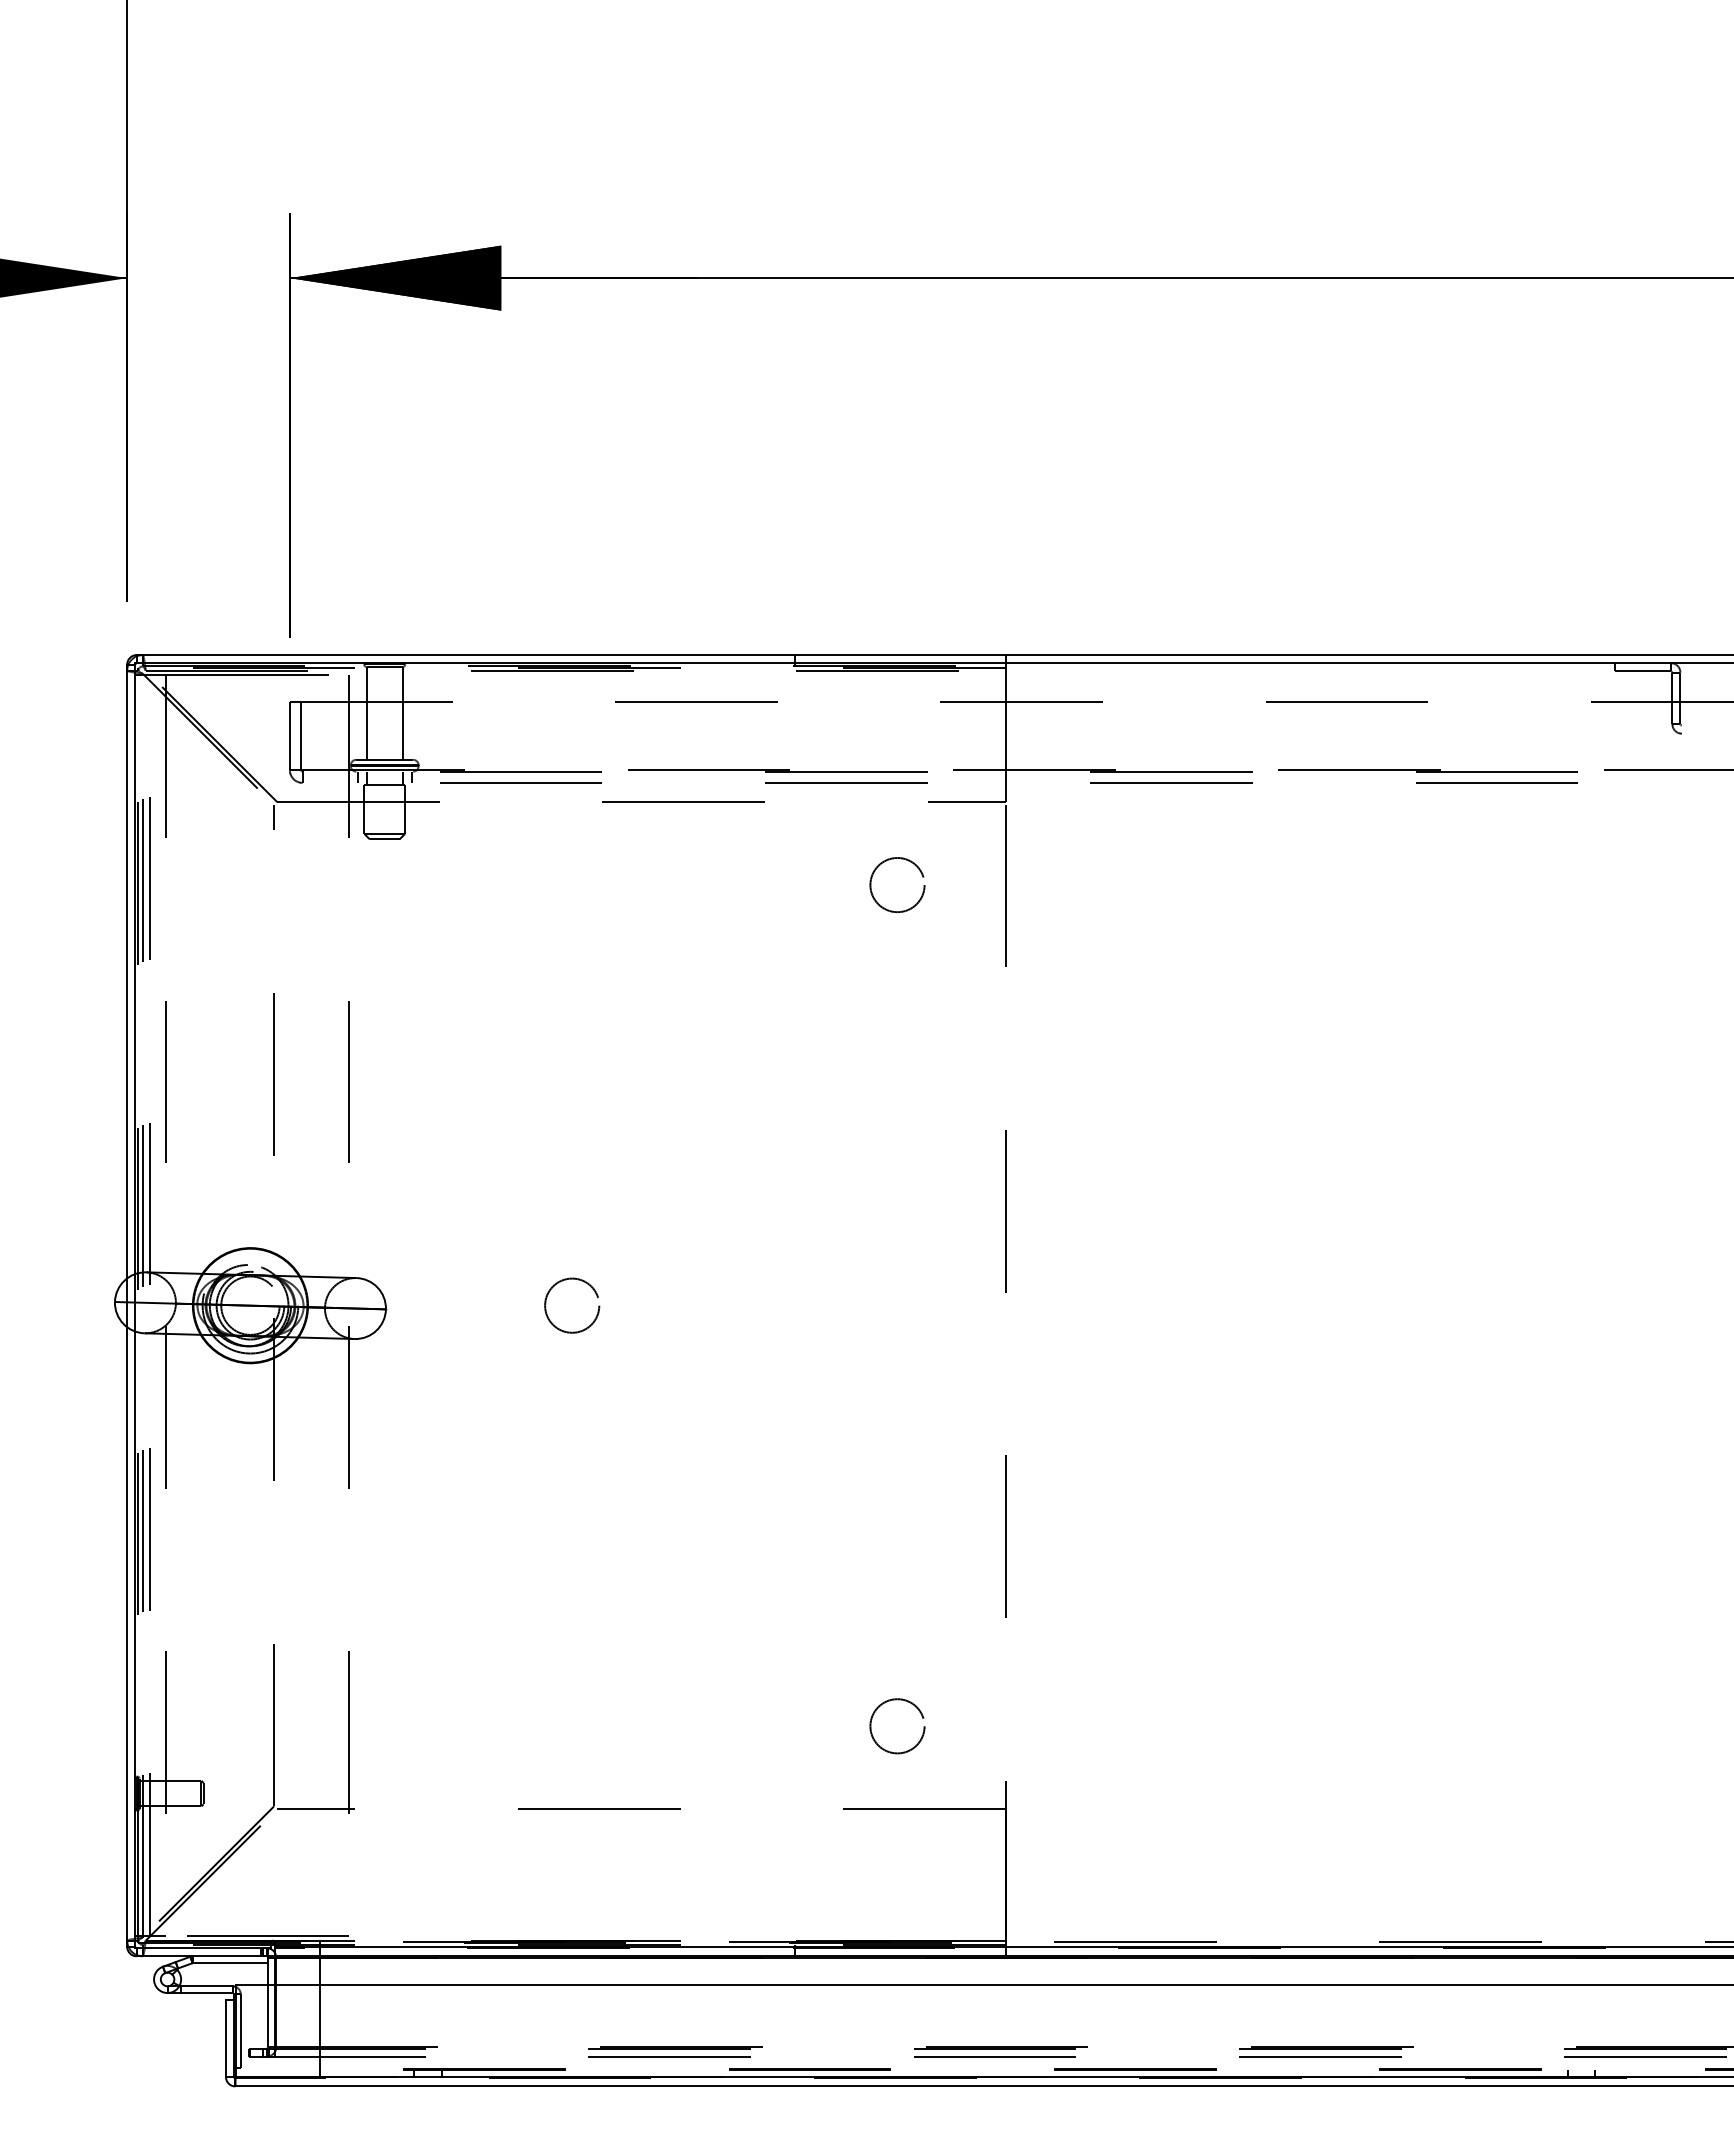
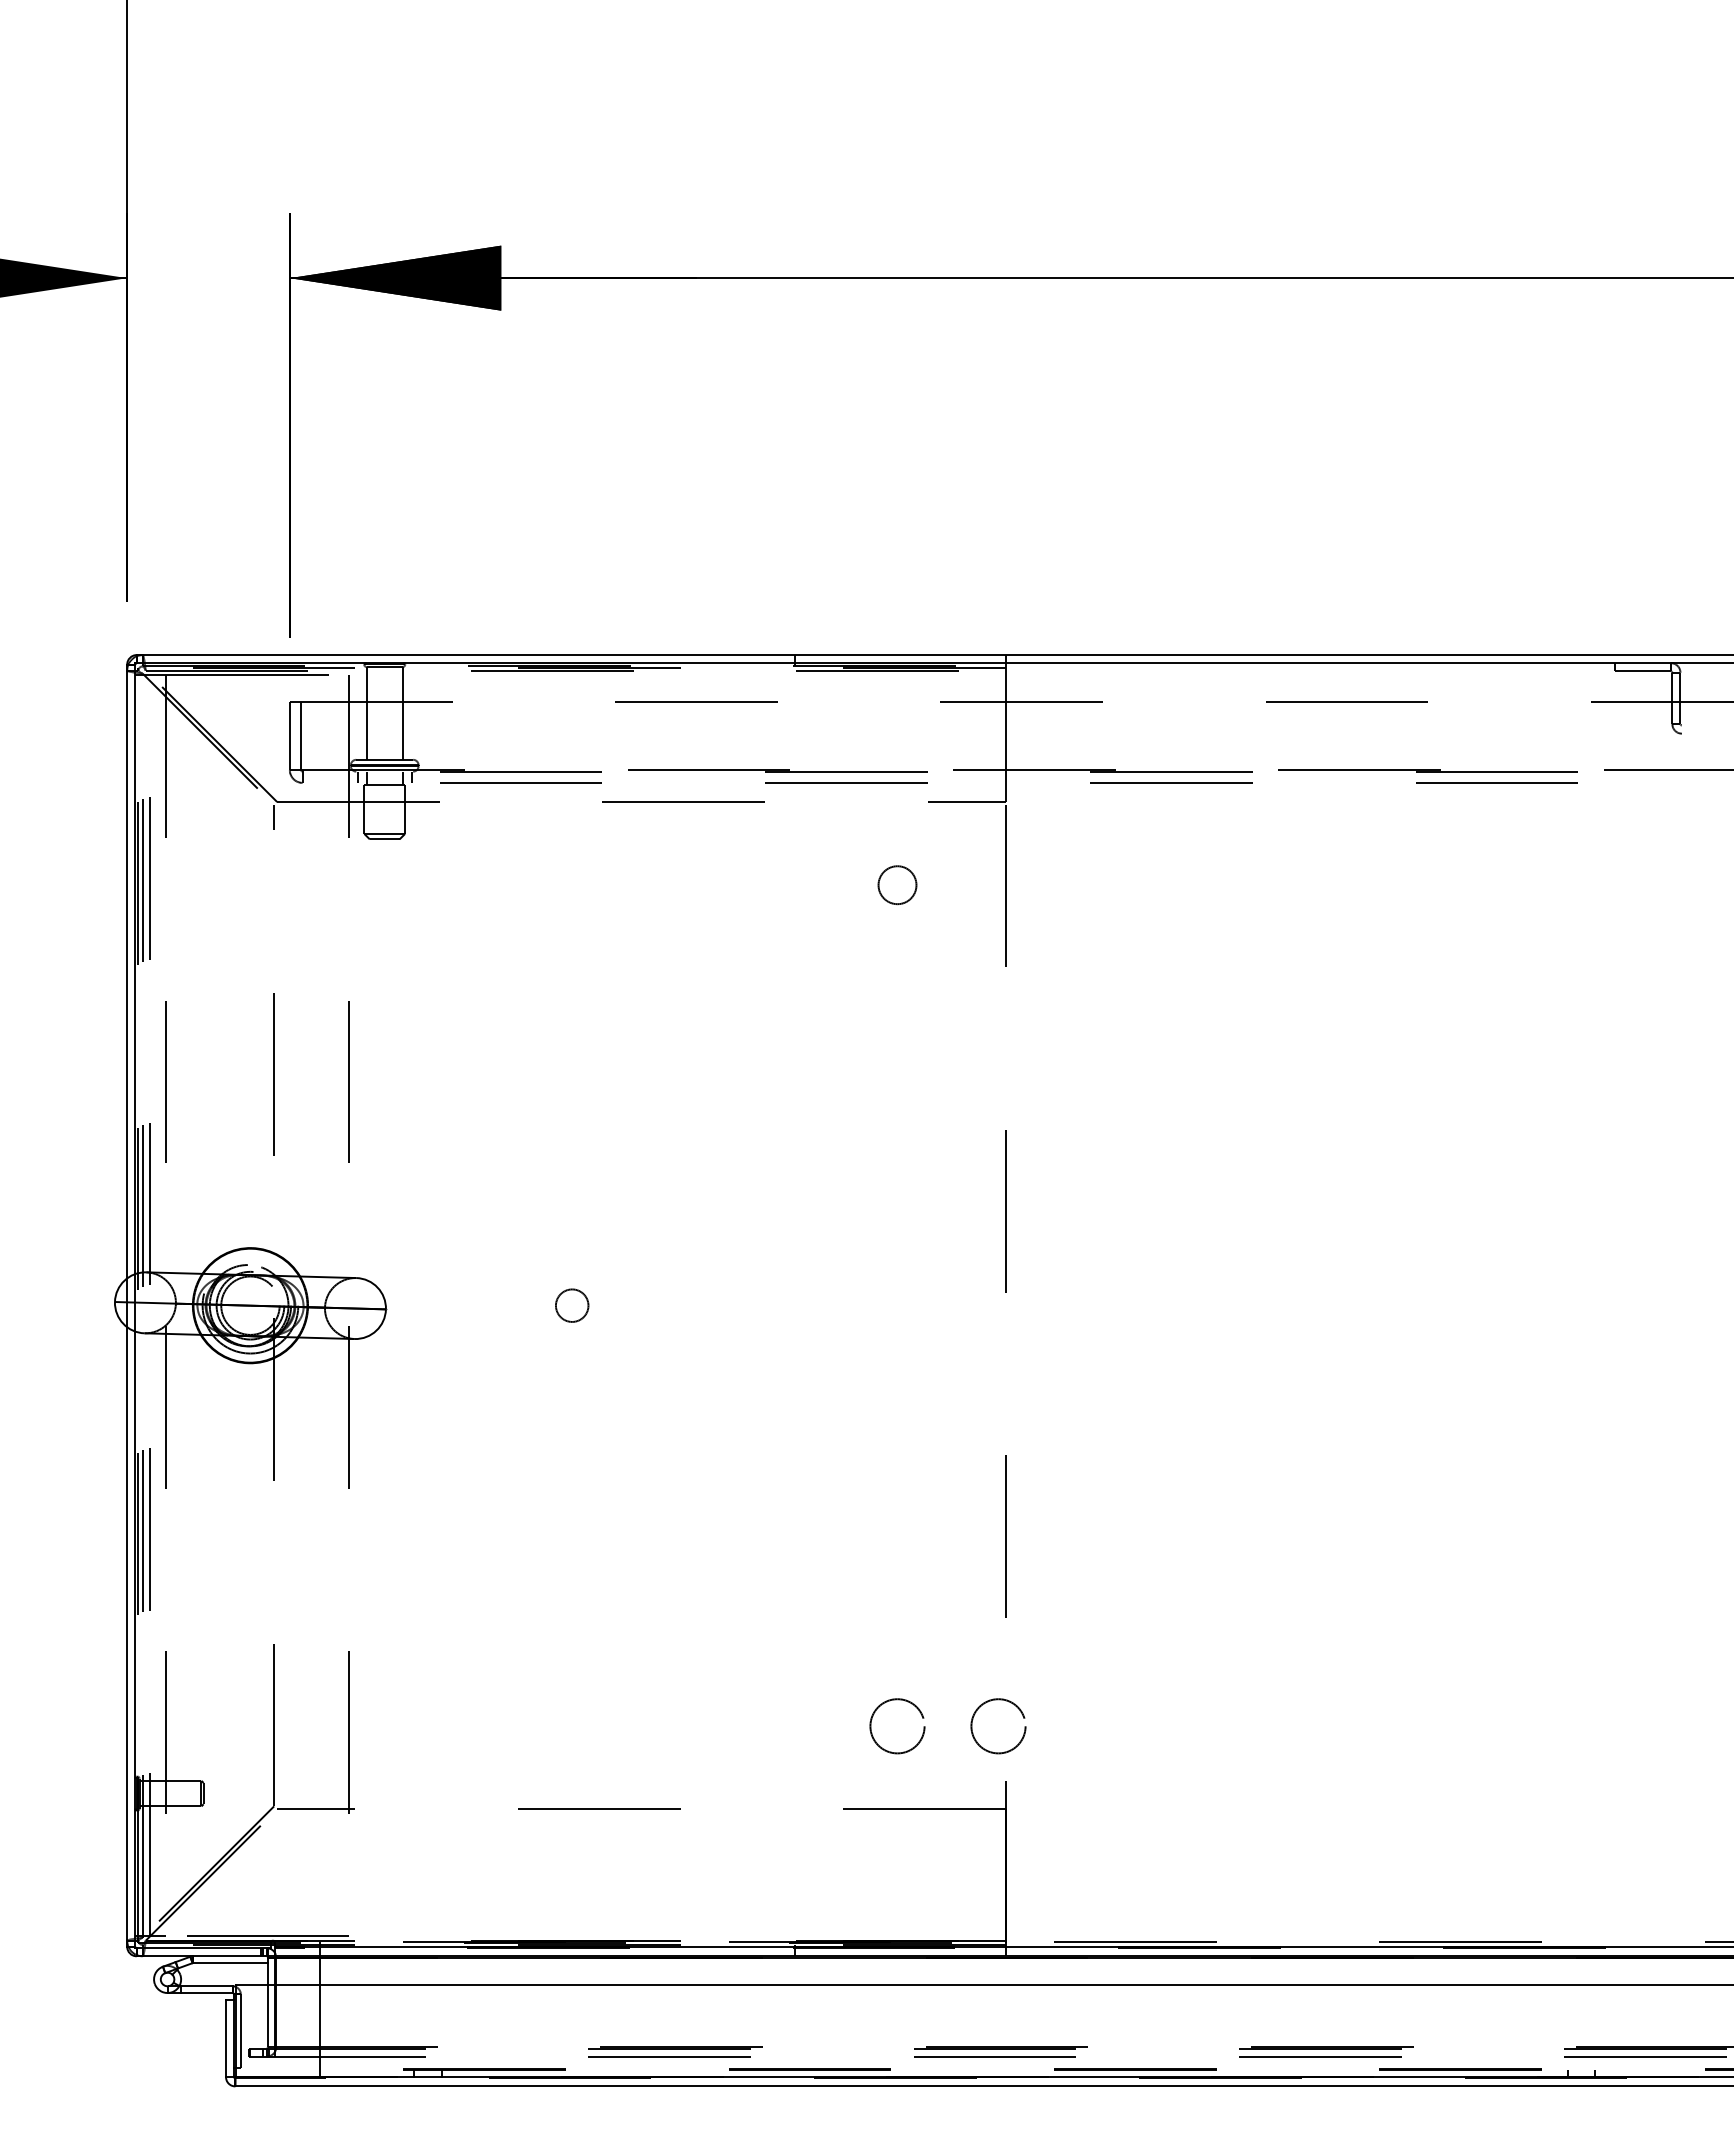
circle at (897, 885) size: 57x57 px -> 41x41 px
circle at (572, 1305) diameter: 54 px -> 33 px
circle at (998, 1726): none -> present
